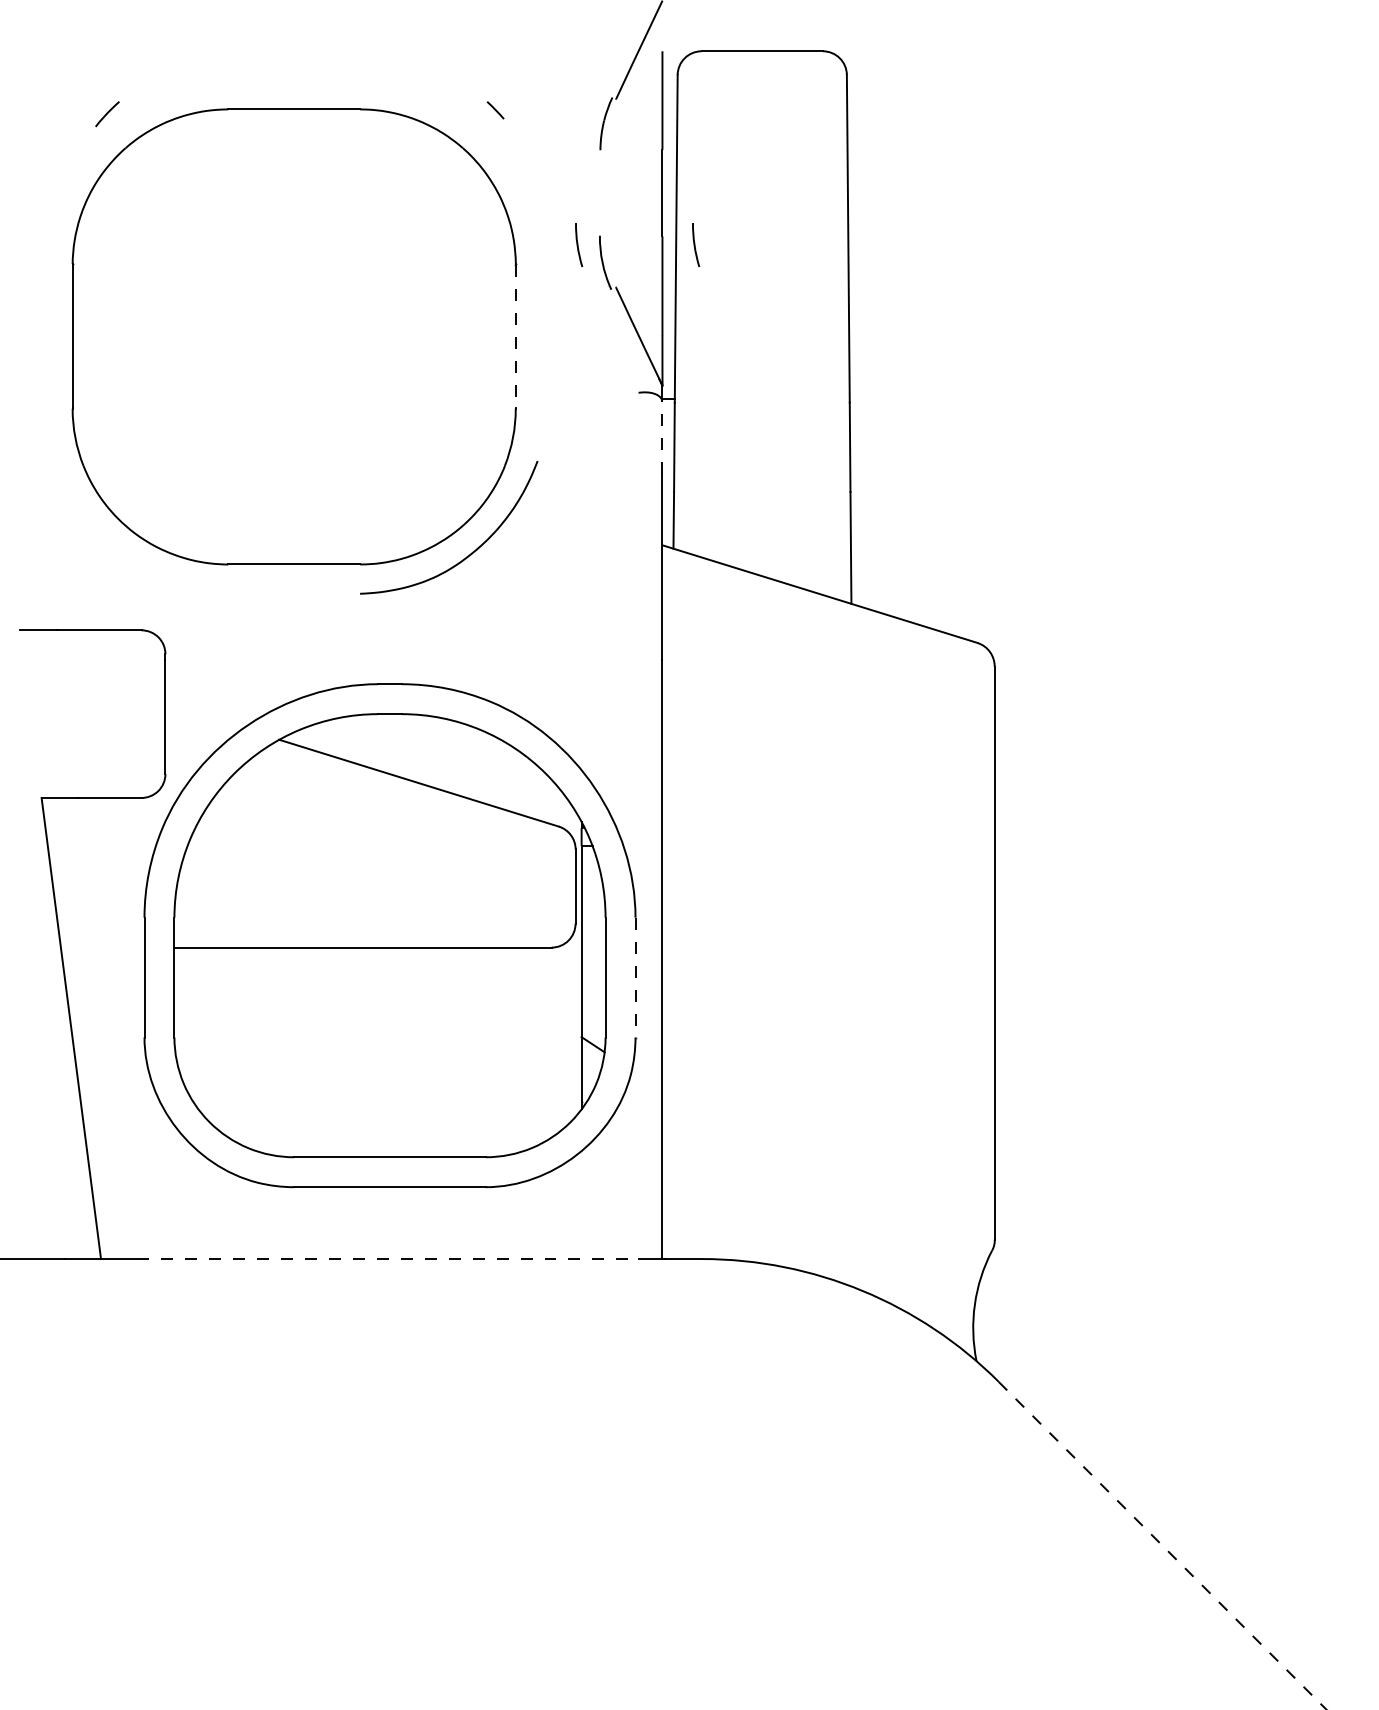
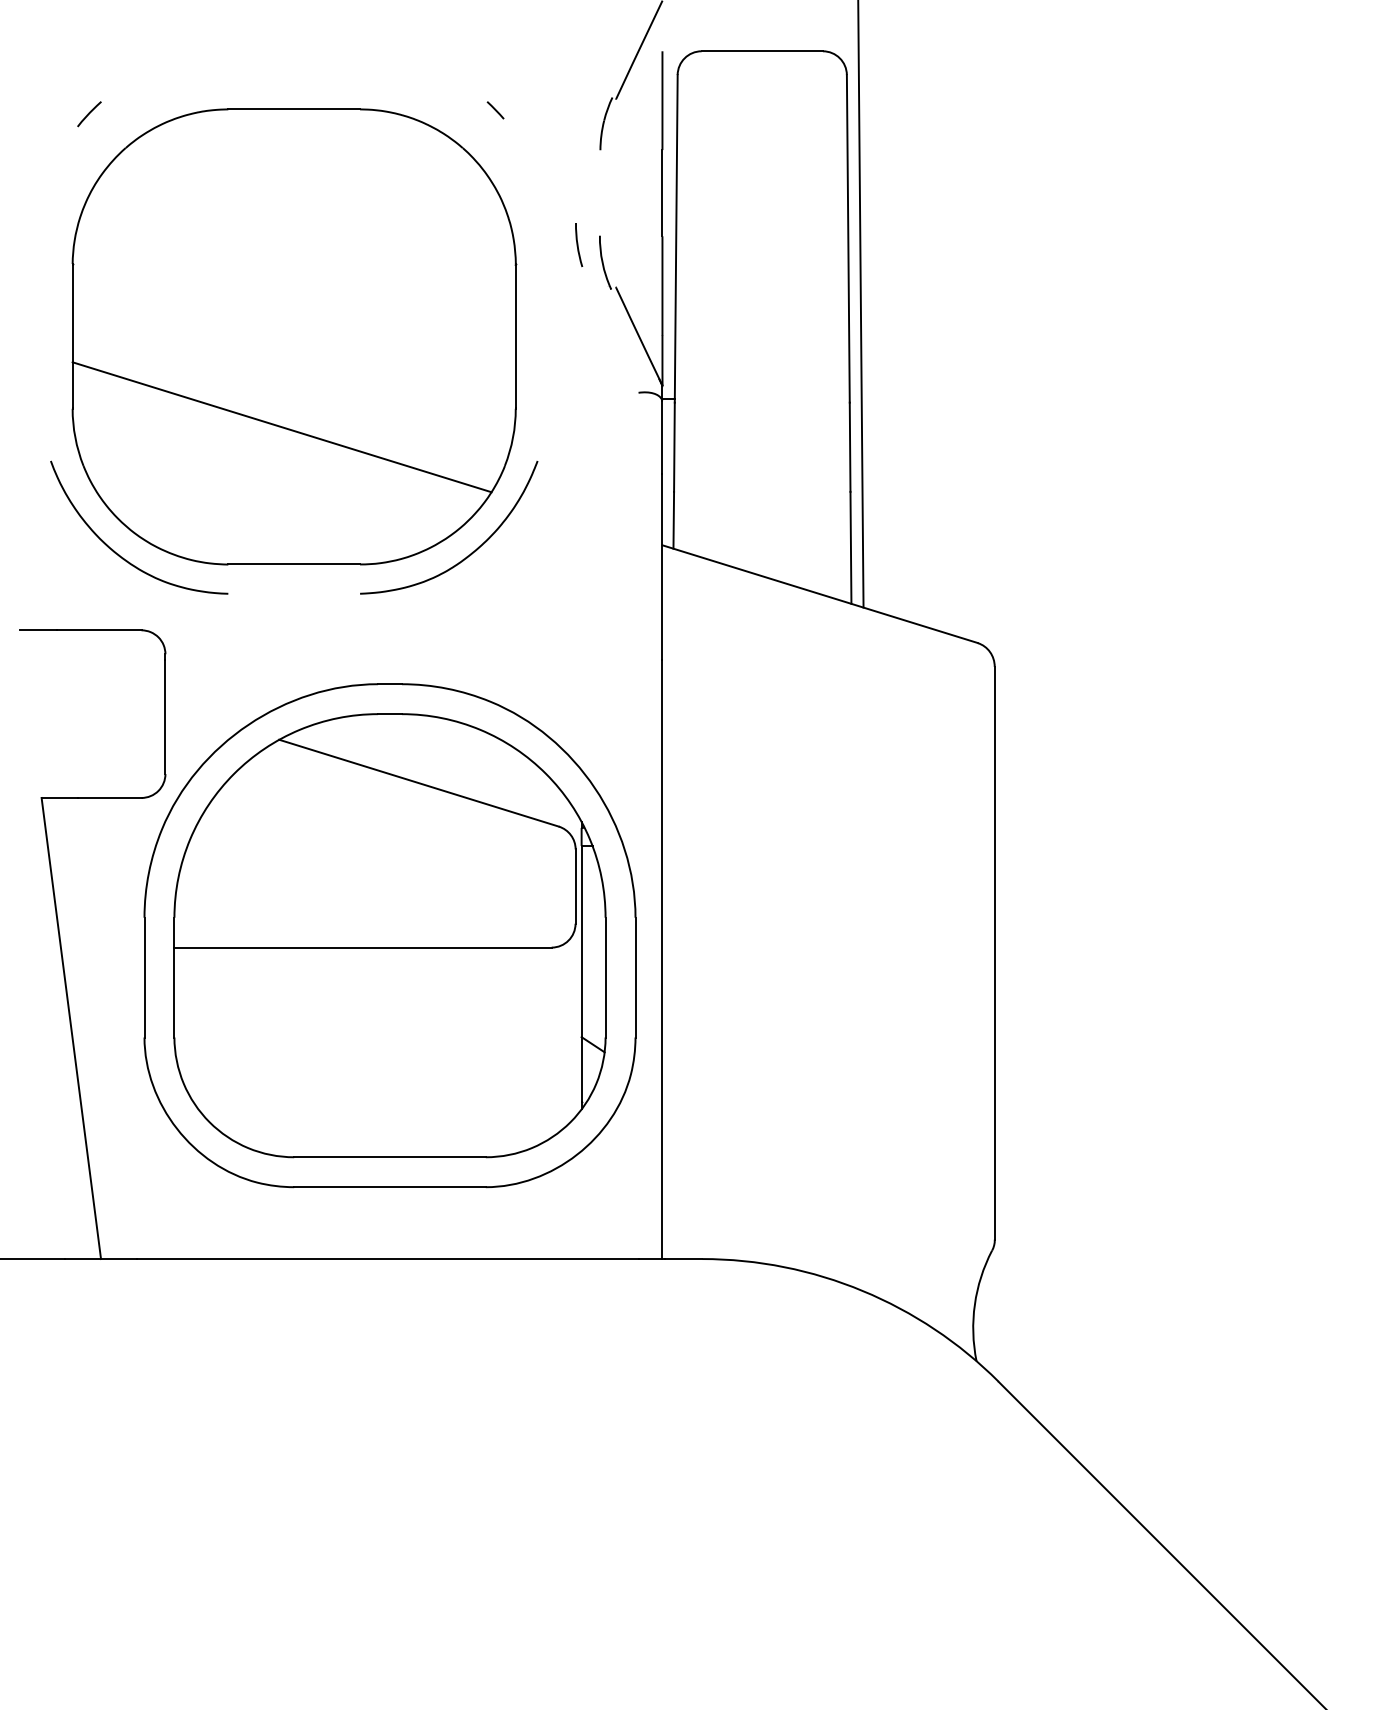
line at (107, 114) position: (107, 114) -> (89, 114)
curve at (695, 245): present -> none
line at (860, 304): none -> present
line at (515, 336): dashed -> solid
line at (281, 427): none -> present
line at (662, 437): dashed -> solid
curve at (118, 553): none -> present
line at (635, 977): dashed -> solid
line at (387, 1259): dashed -> solid
line at (1162, 1545): dashed -> solid
